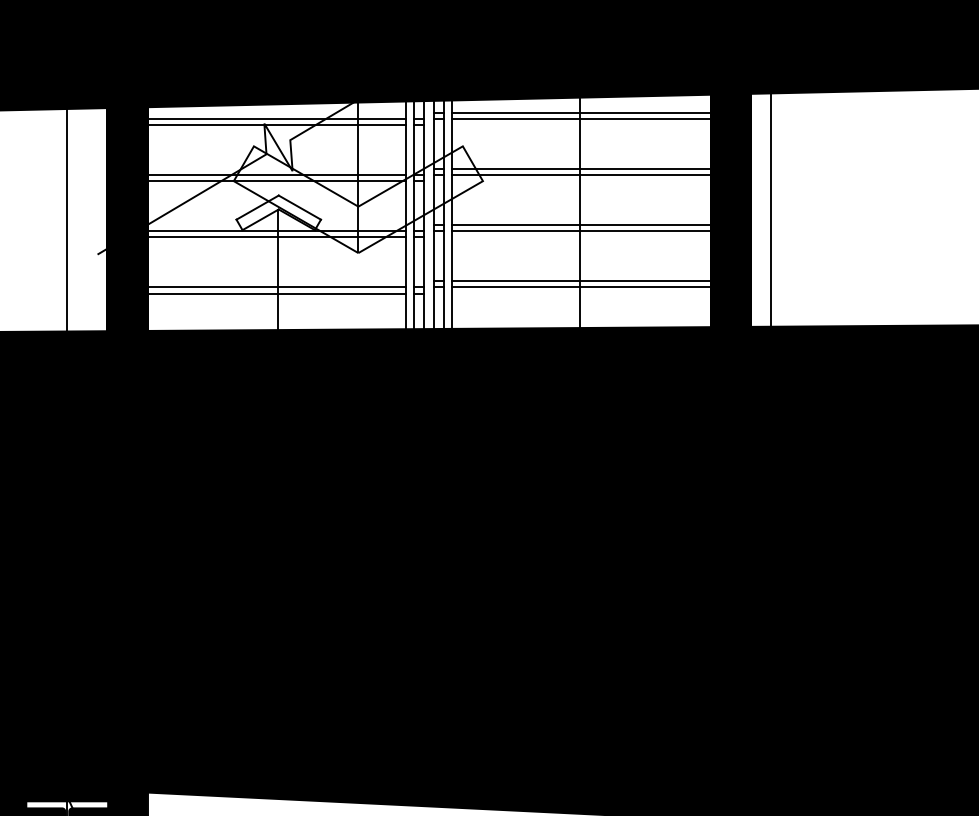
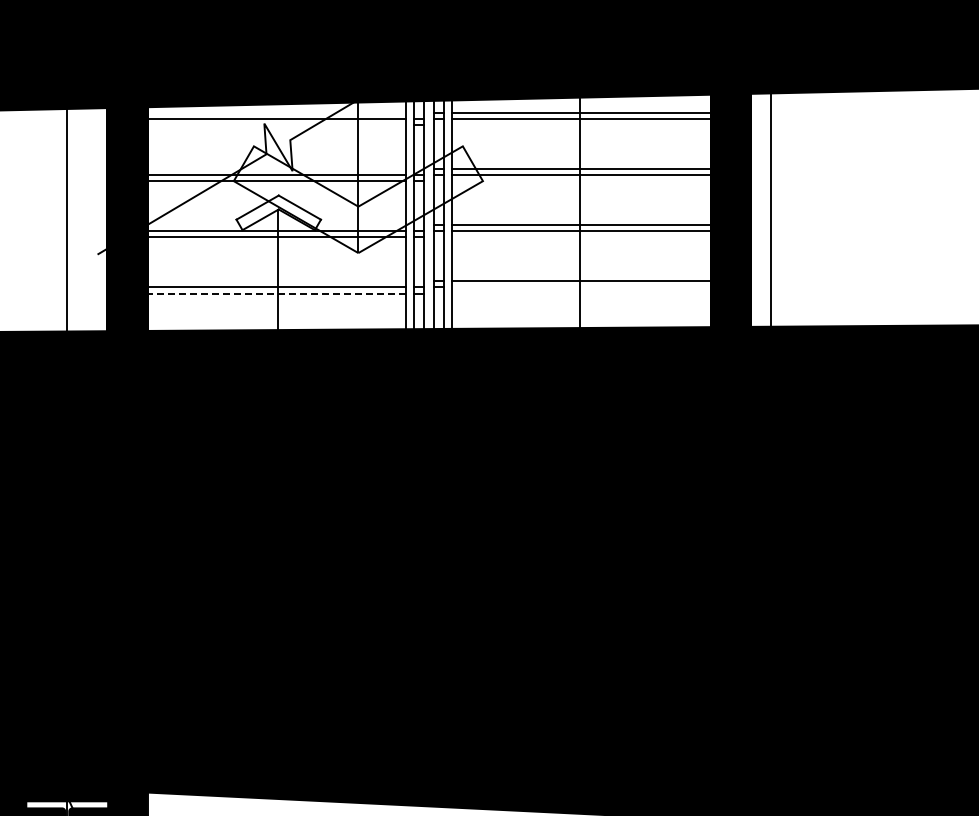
line at (276, 124): present -> none
line at (580, 287): present -> none
line at (276, 293): solid -> dashed
